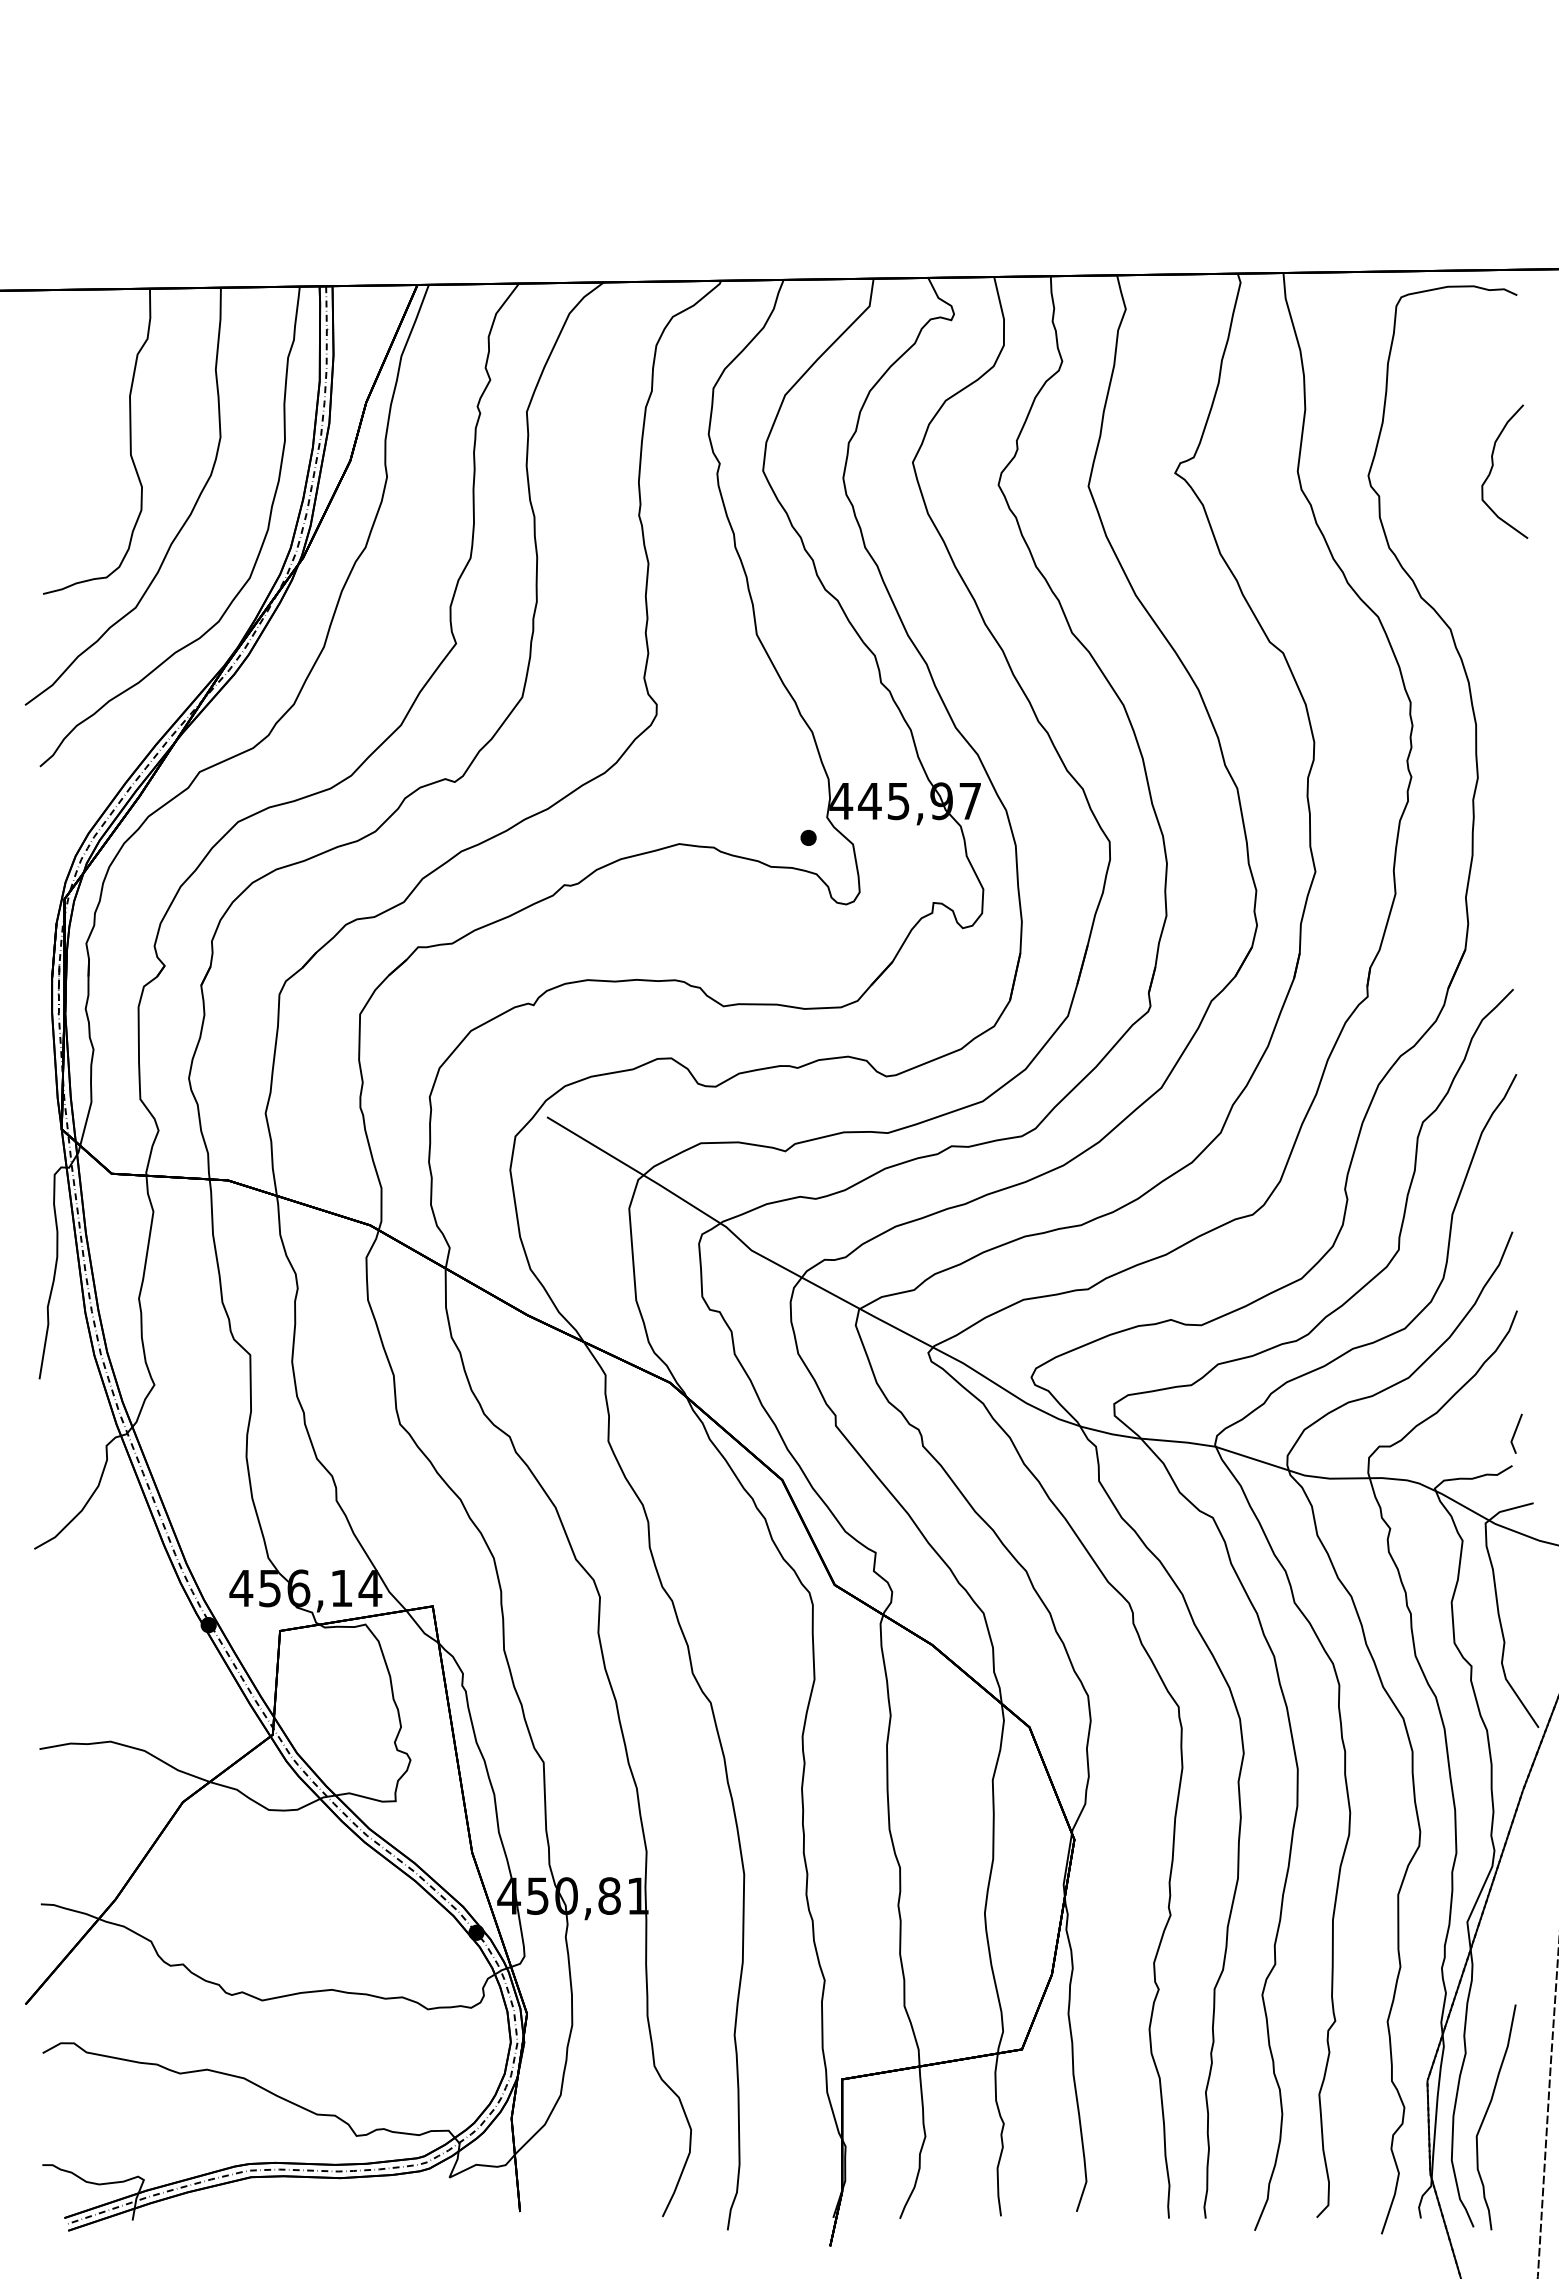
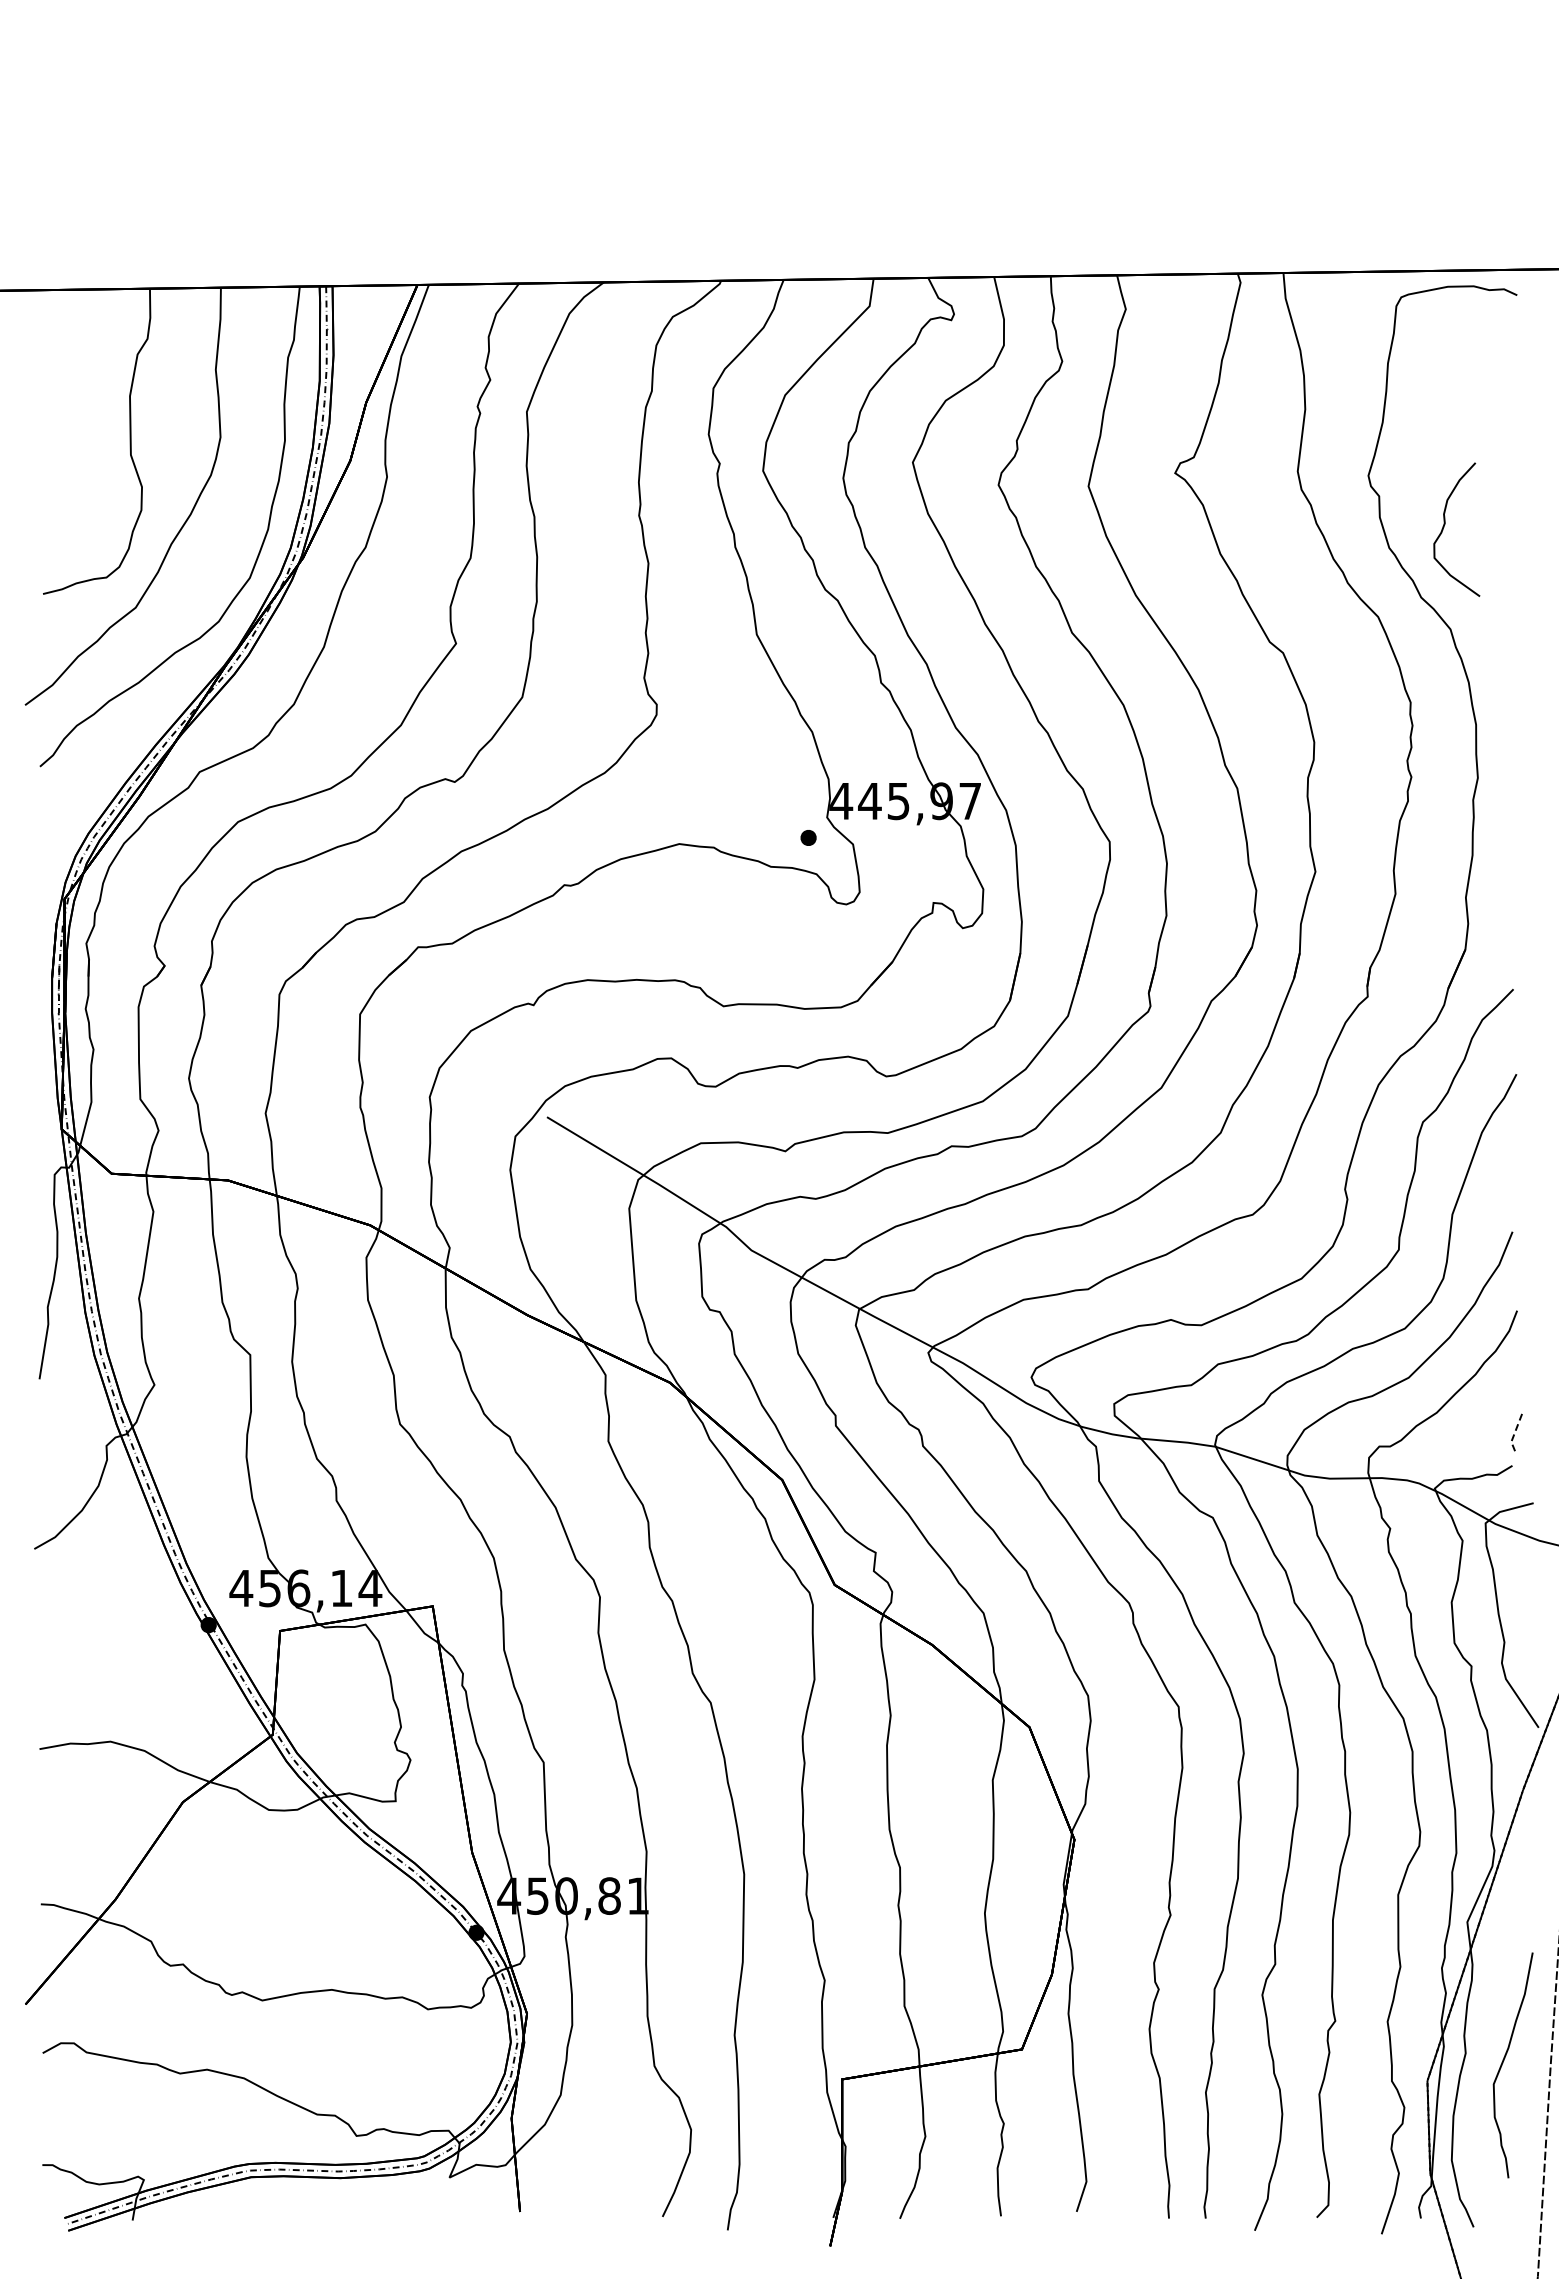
curve at (1493, 466) position: (1493, 466) -> (1445, 524)
line at (1514, 1434): solid -> dashed
curve at (1486, 2115) position: (1486, 2115) -> (1503, 2063)
